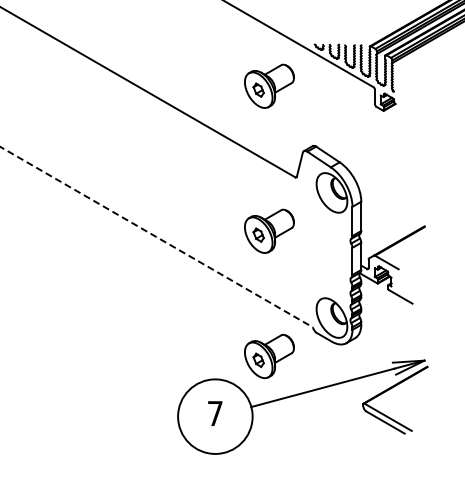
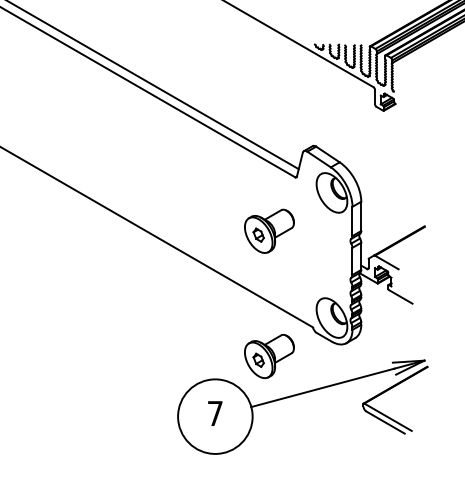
line at (153, 85): none -> present
part at (269, 85): present -> none
line at (157, 237): dashed -> solid
